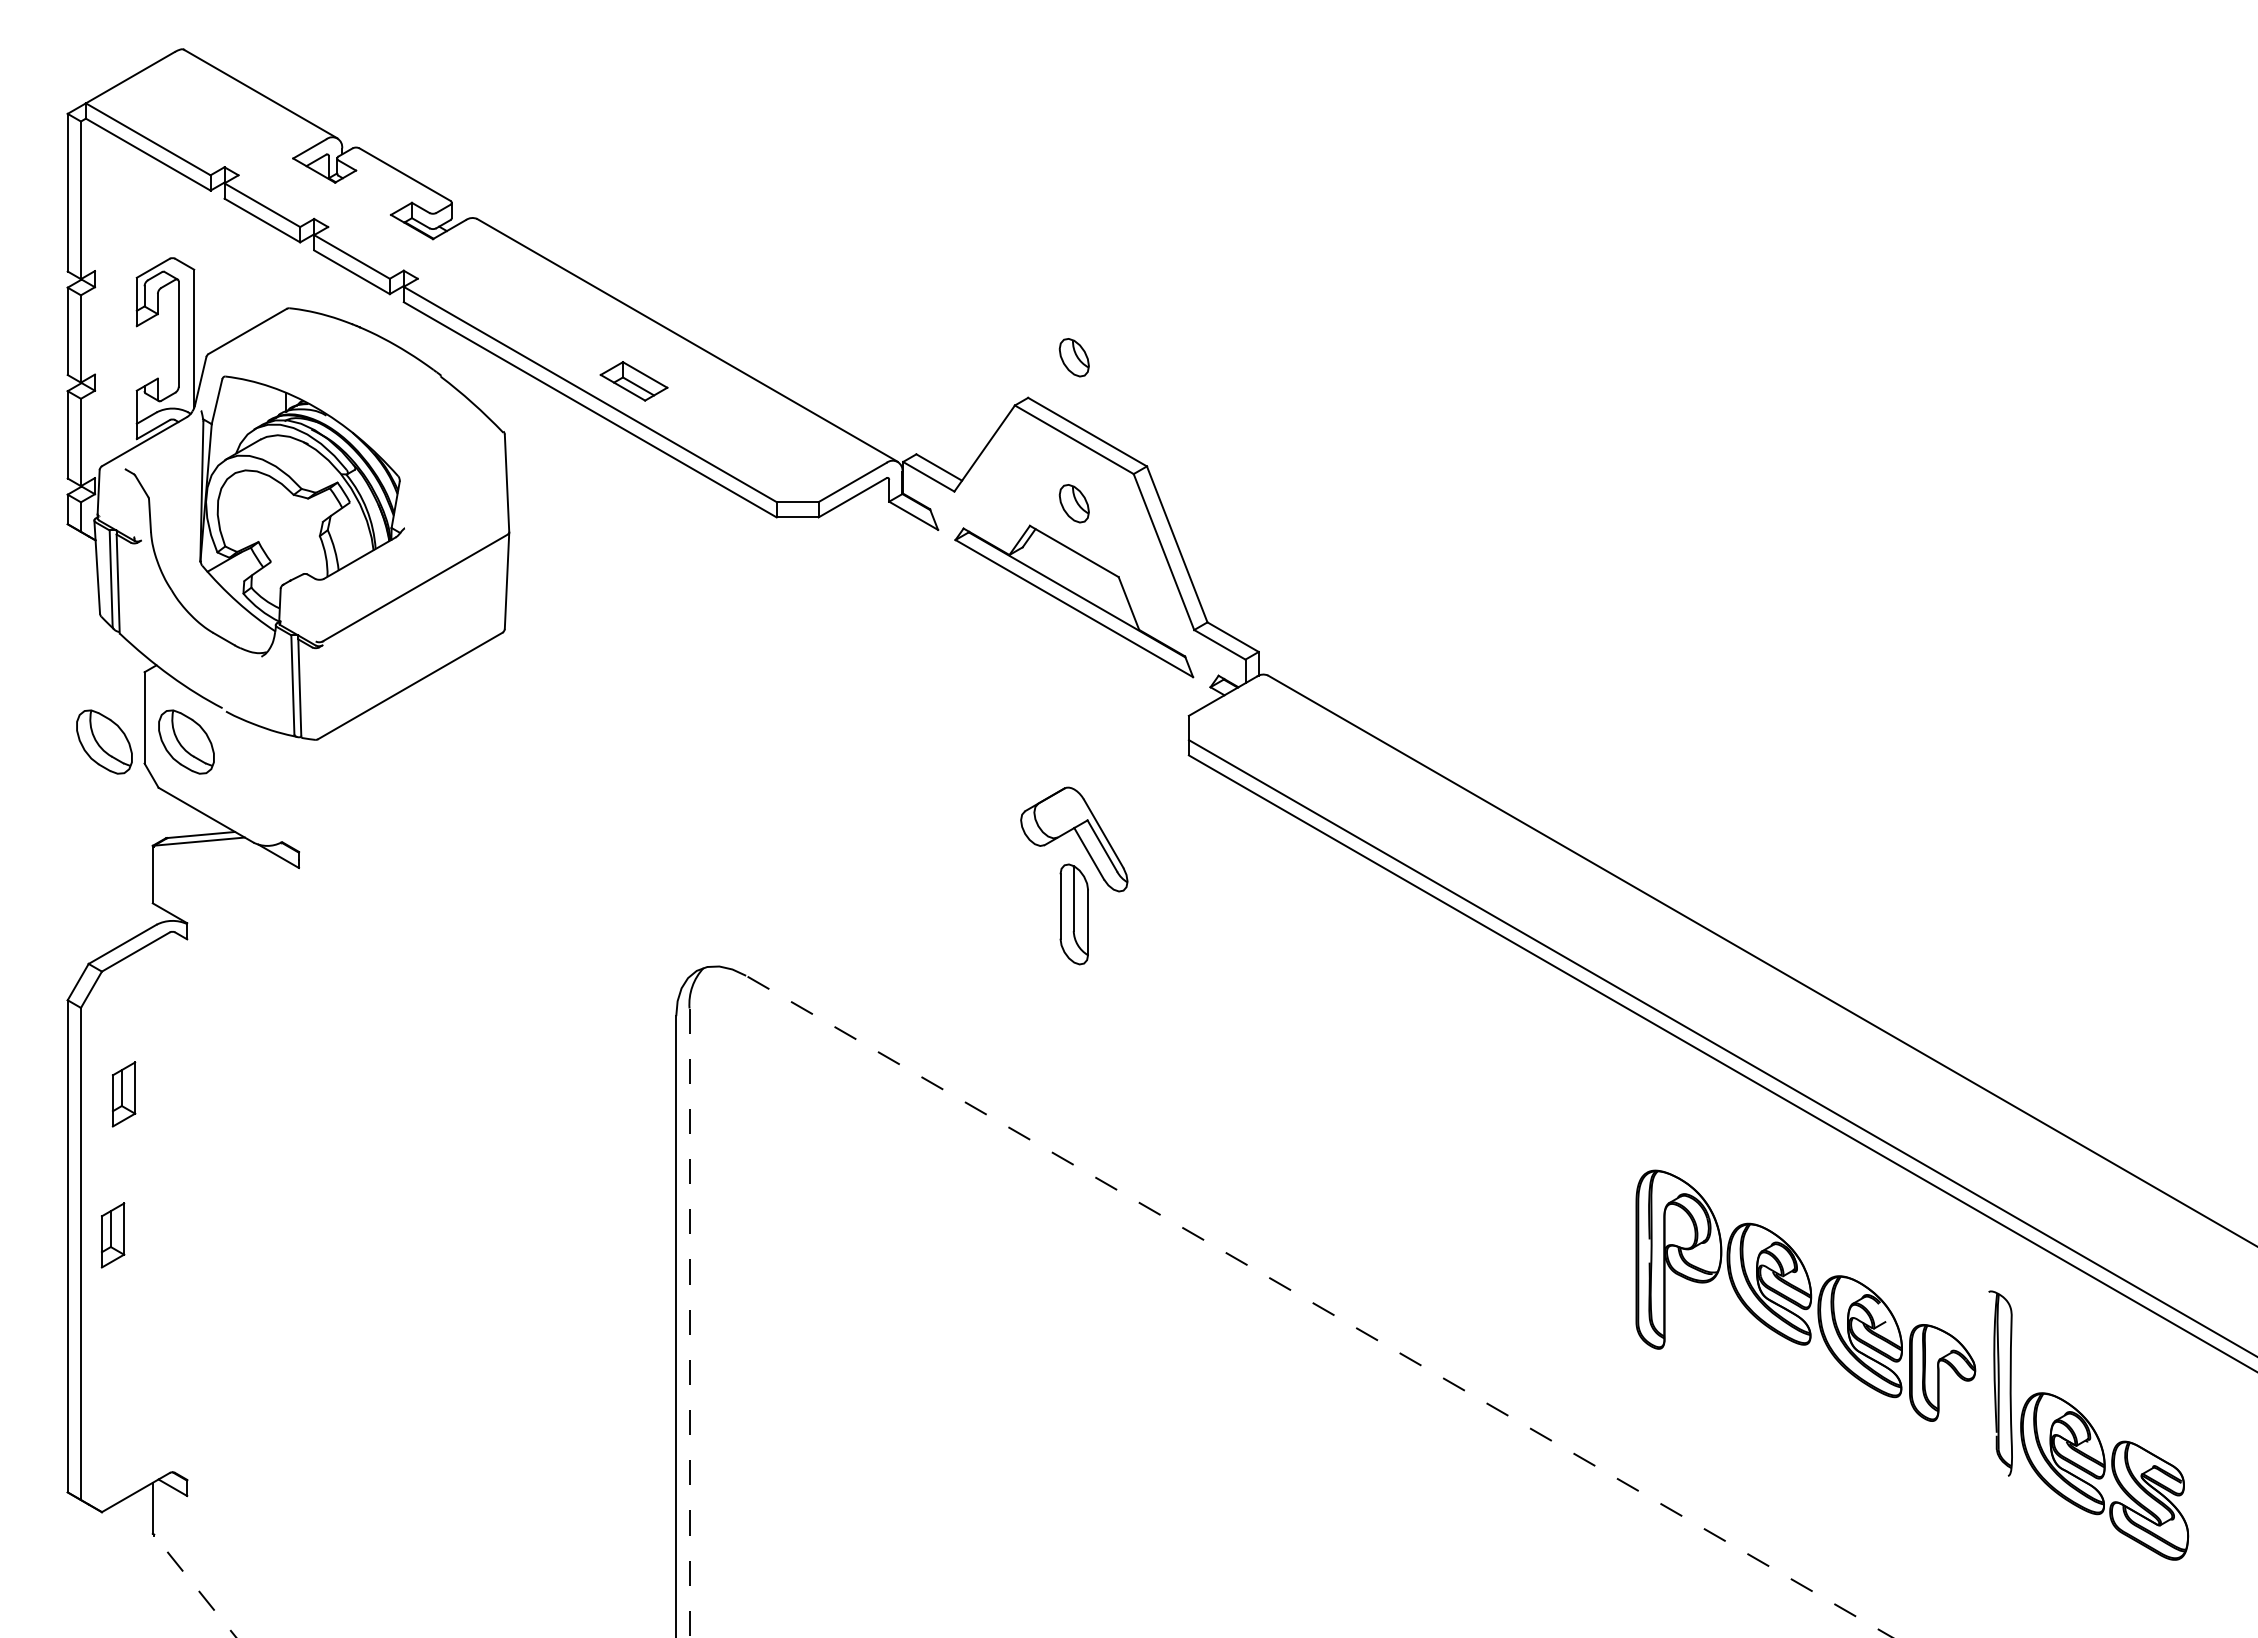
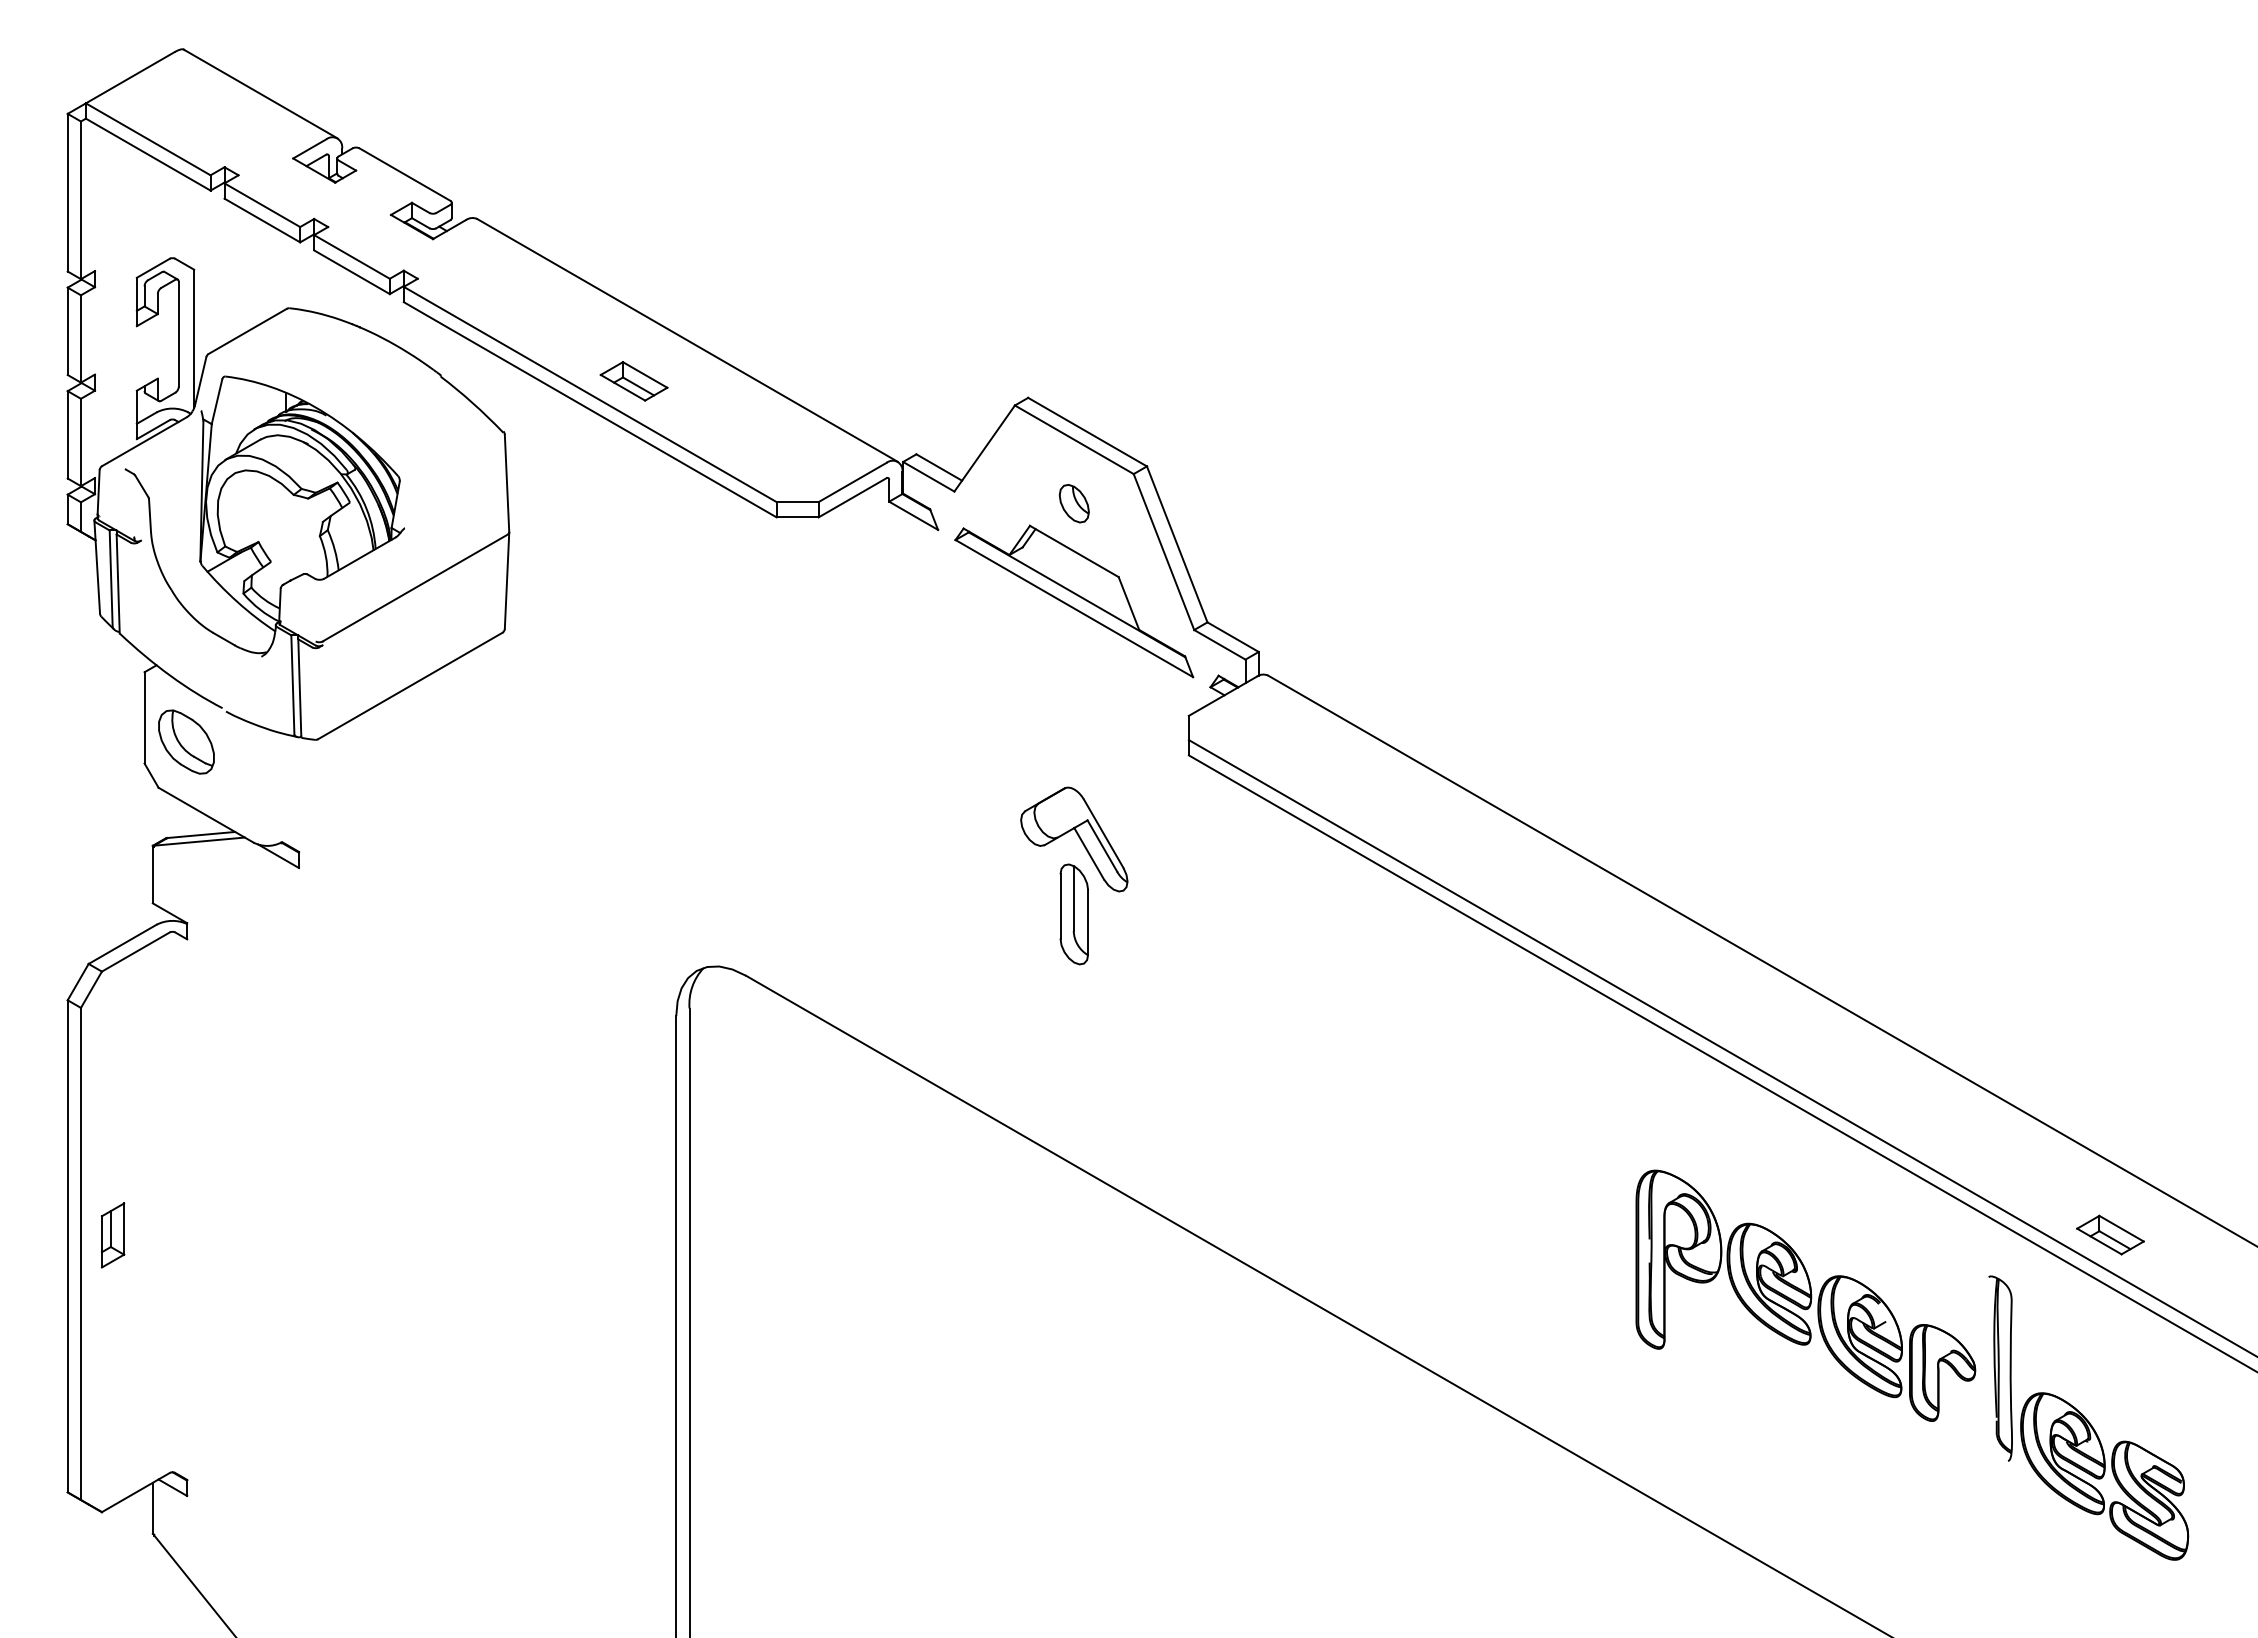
part at (1073, 357): present -> none
part at (104, 741): present -> none
part at (123, 1094): present -> none
part at (2110, 1234): none -> present
line at (1319, 1306): dashed -> solid
line at (689, 1323): dashed -> solid
part at (2000, 1383) position: (2000, 1383) -> (2000, 1368)
line at (194, 1586): dashed -> solid
